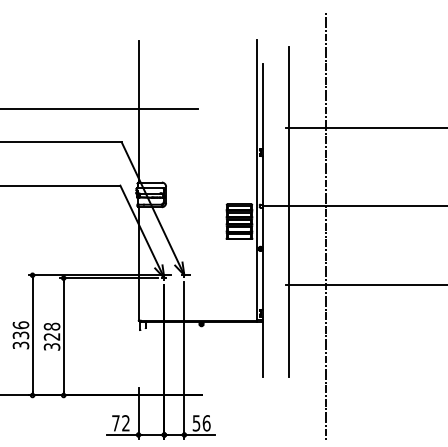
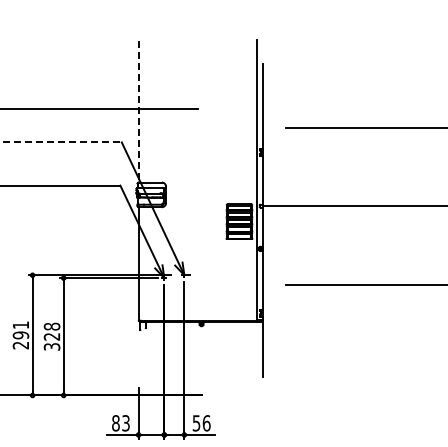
line at (138, 111): solid -> dashed
line at (60, 142): solid -> dashed
line at (289, 211): present -> none
line at (326, 226): present -> none
text at (20, 335): 336 -> 291
text at (120, 423): 72 -> 83
